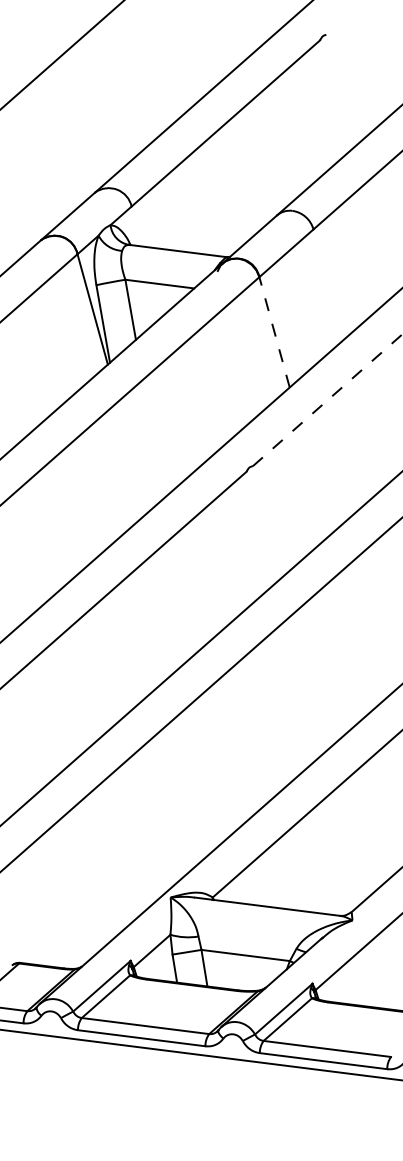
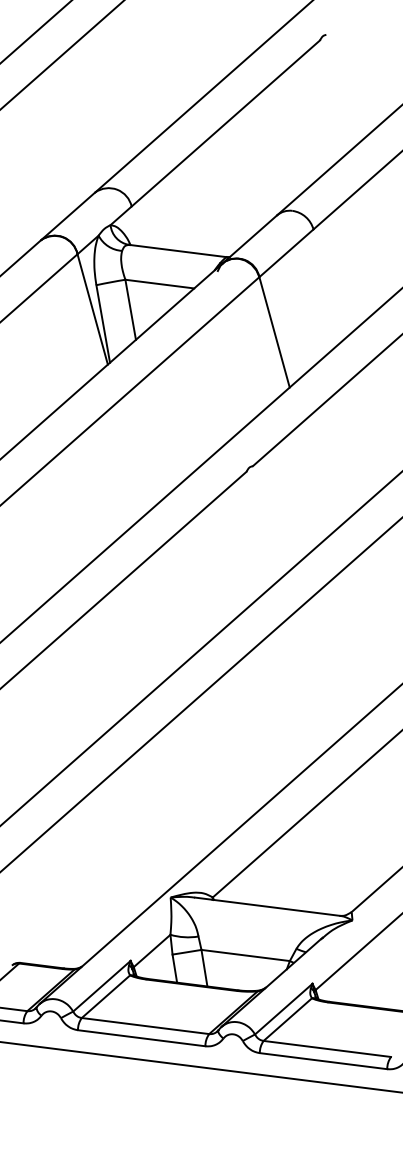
line at (35, 32): none -> present
line at (274, 331): dashed -> solid
line at (327, 400): dashed -> solid
line at (200, 1055) position: (200, 1055) -> (200, 1067)
